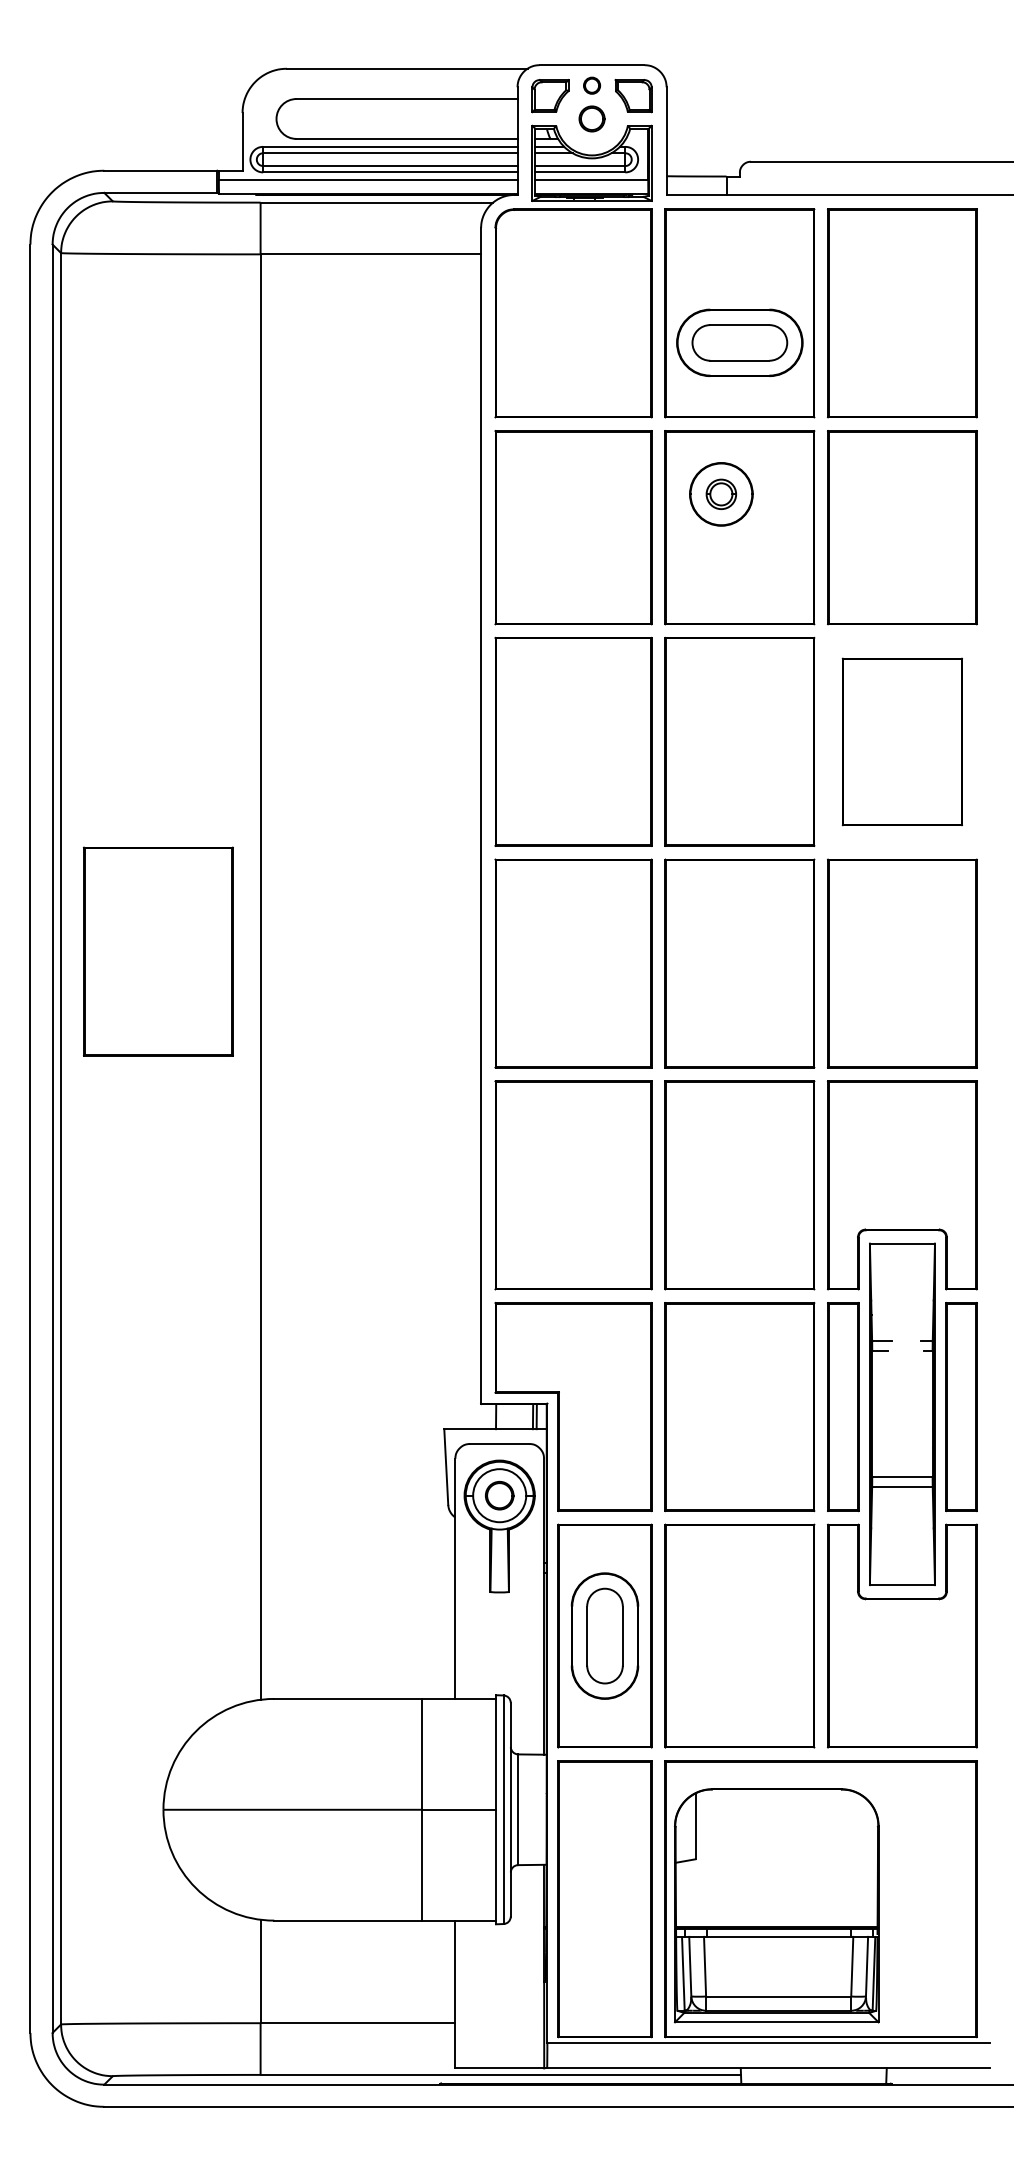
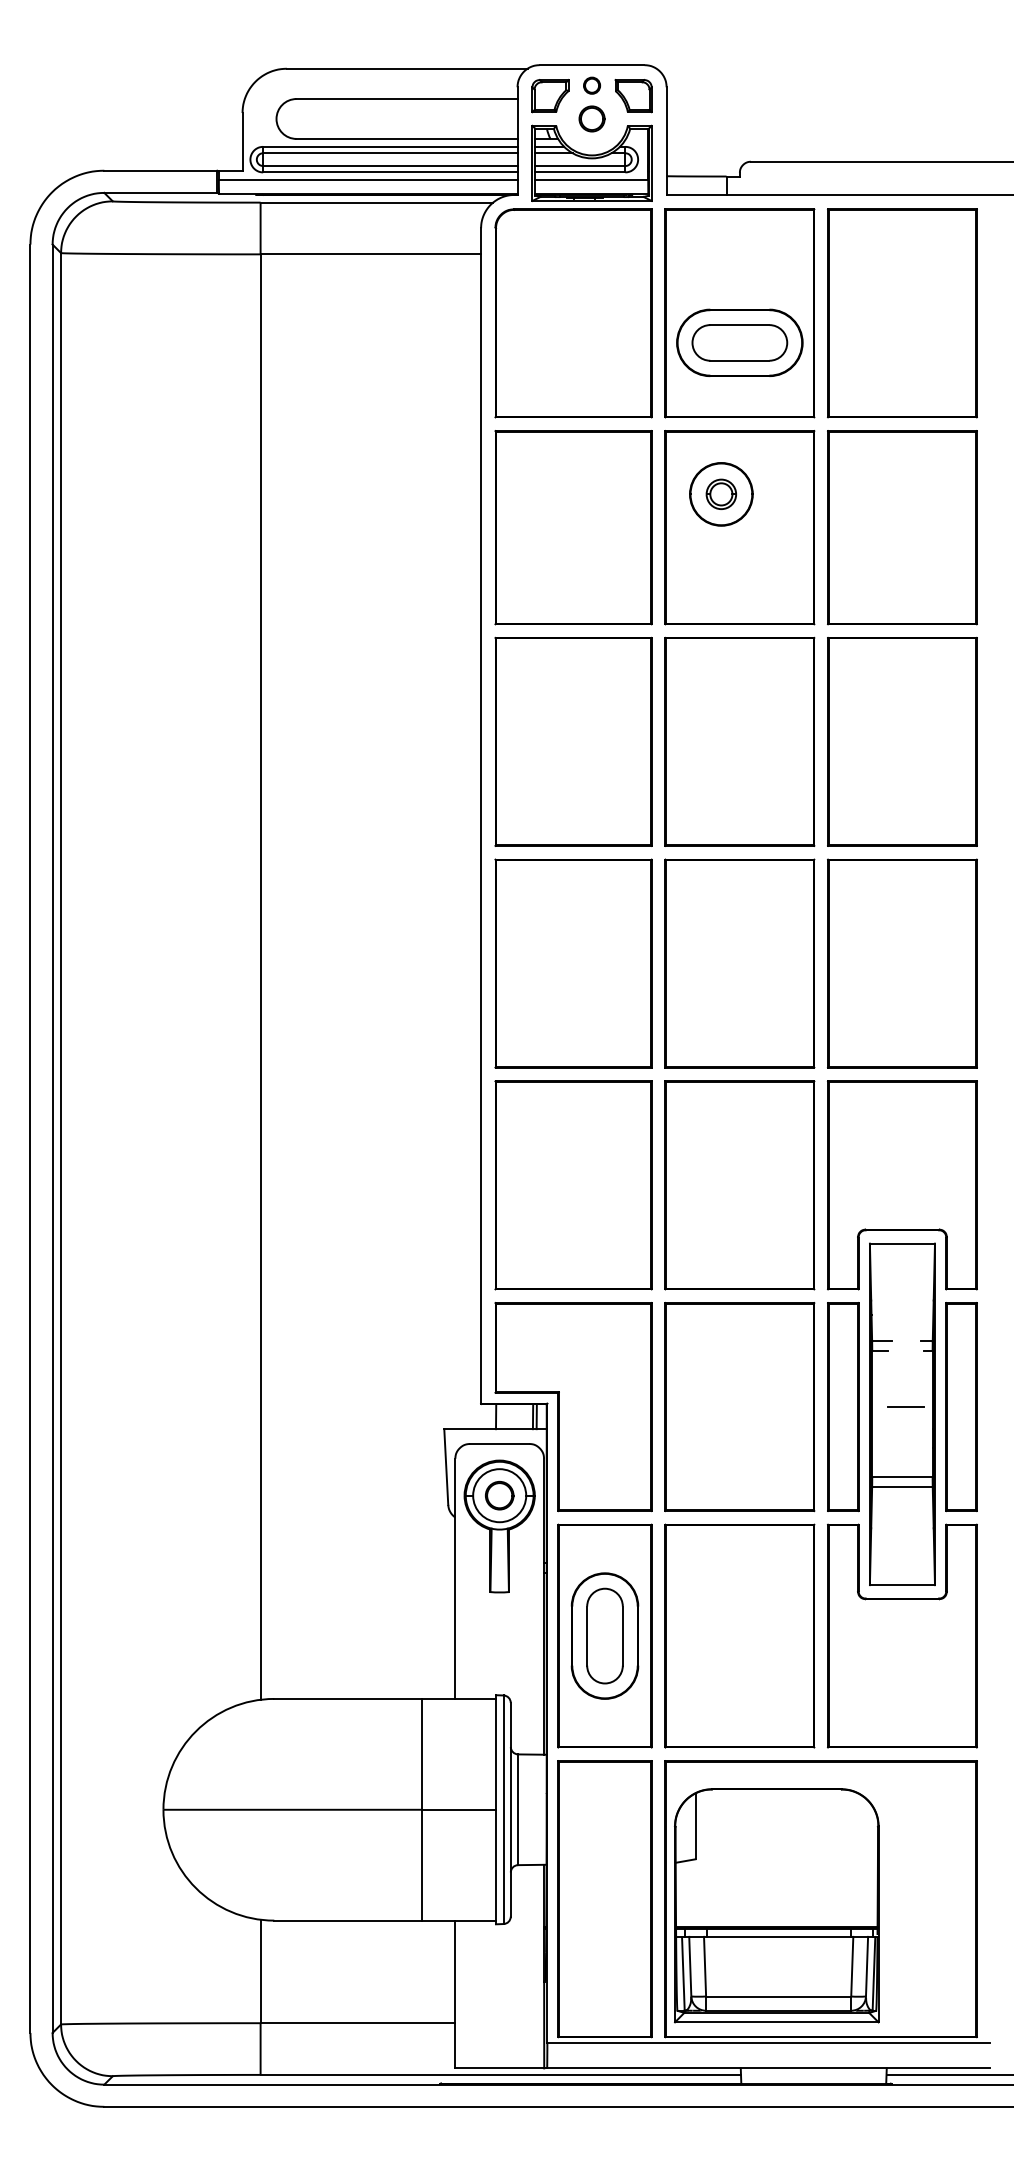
part at (901, 741) size: 122x170 px -> 151x210 px
part at (158, 951): present -> none
line at (906, 1407): none -> present
line at (948, 2074): none -> present
